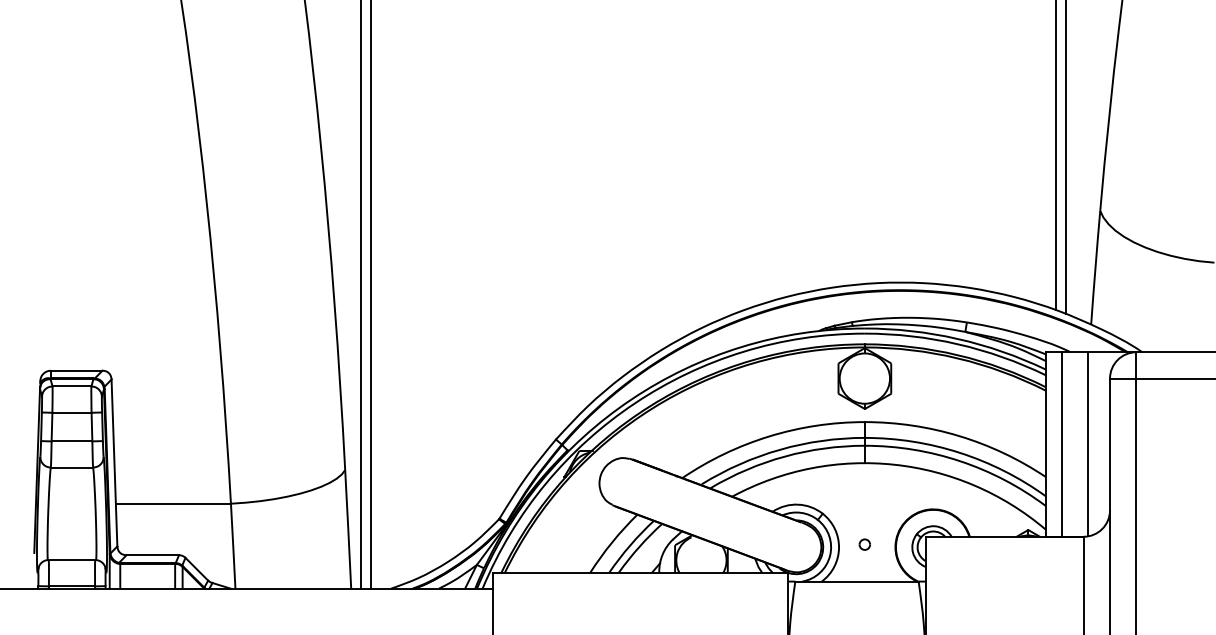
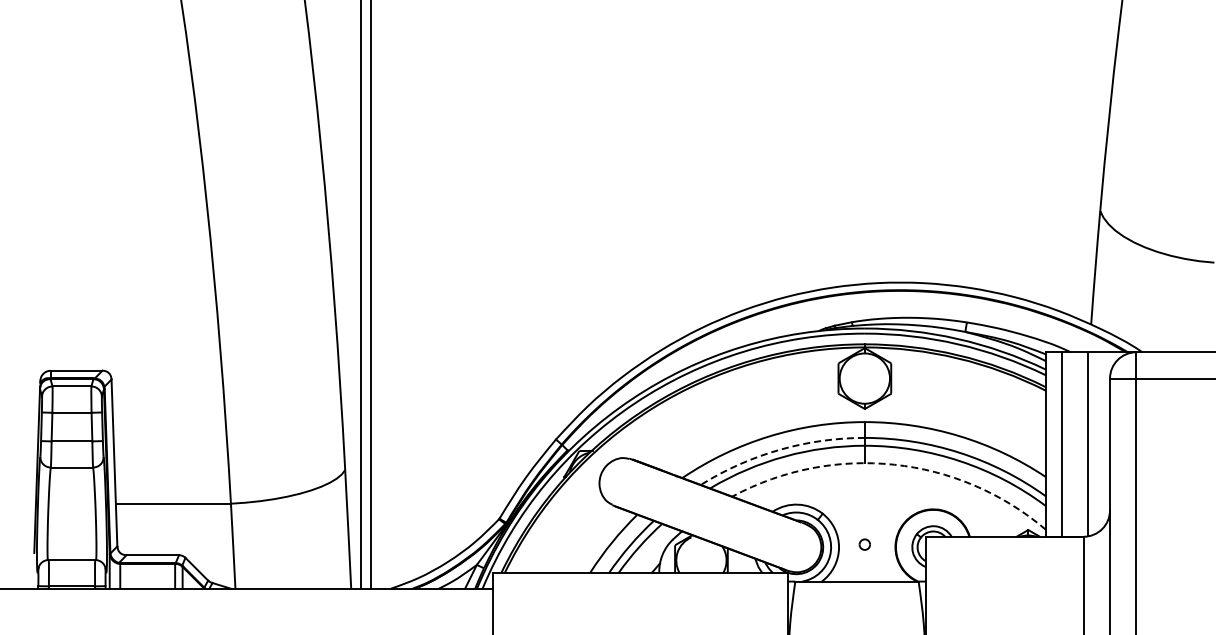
line at (1055, 156): present -> none
line at (1066, 158): present -> none
arc at (780, 449): solid -> dashed
arc at (894, 464): solid -> dashed
